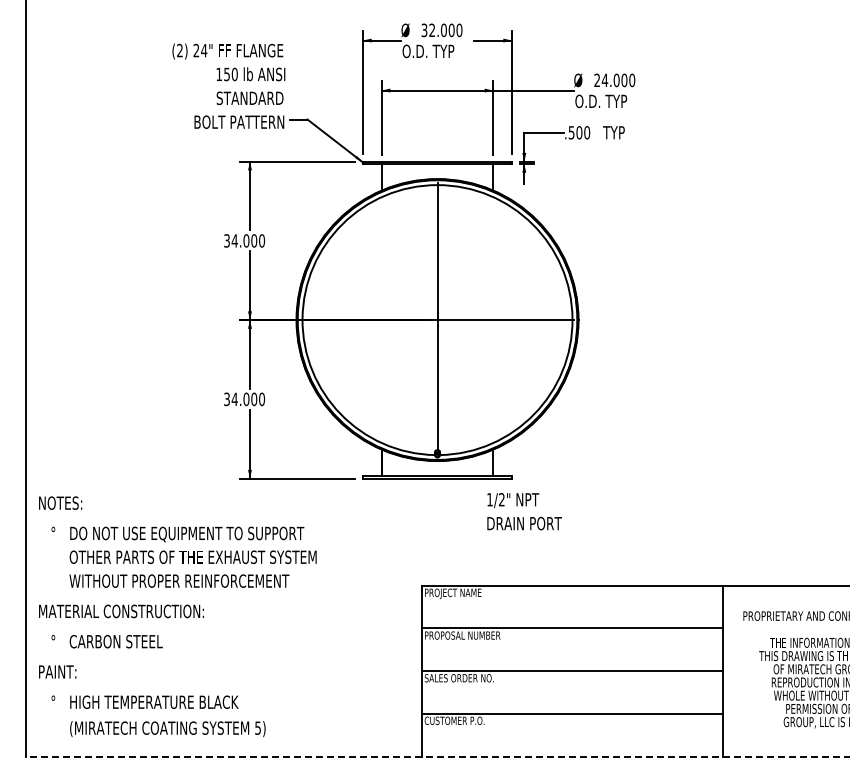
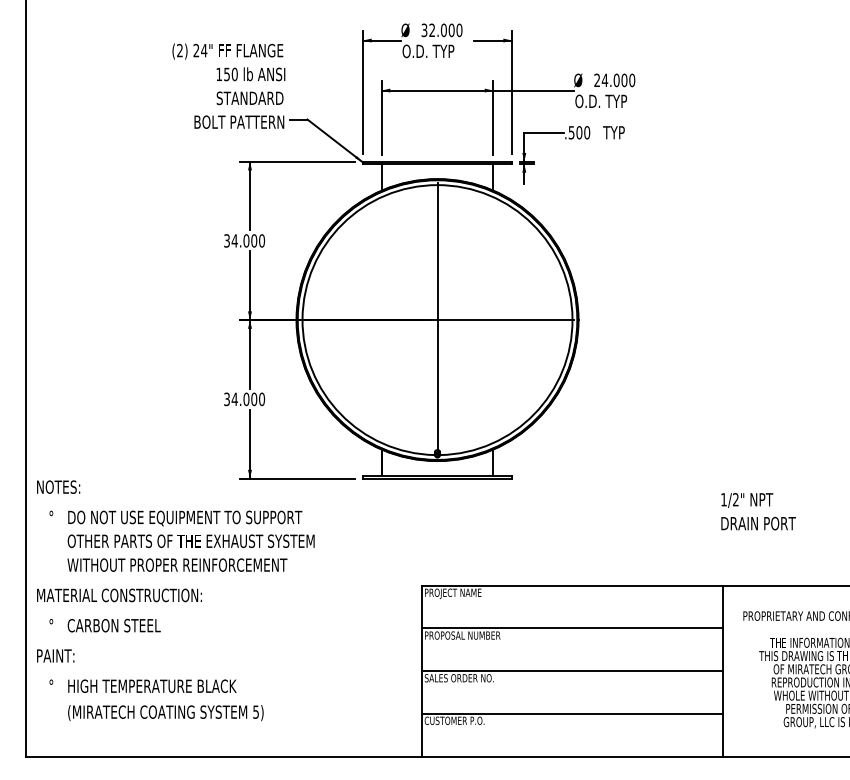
text at (524, 511) position: (524, 511) -> (758, 511)
text at (177, 616) position: (177, 616) -> (175, 600)
line at (437, 756): dashed -> solid
